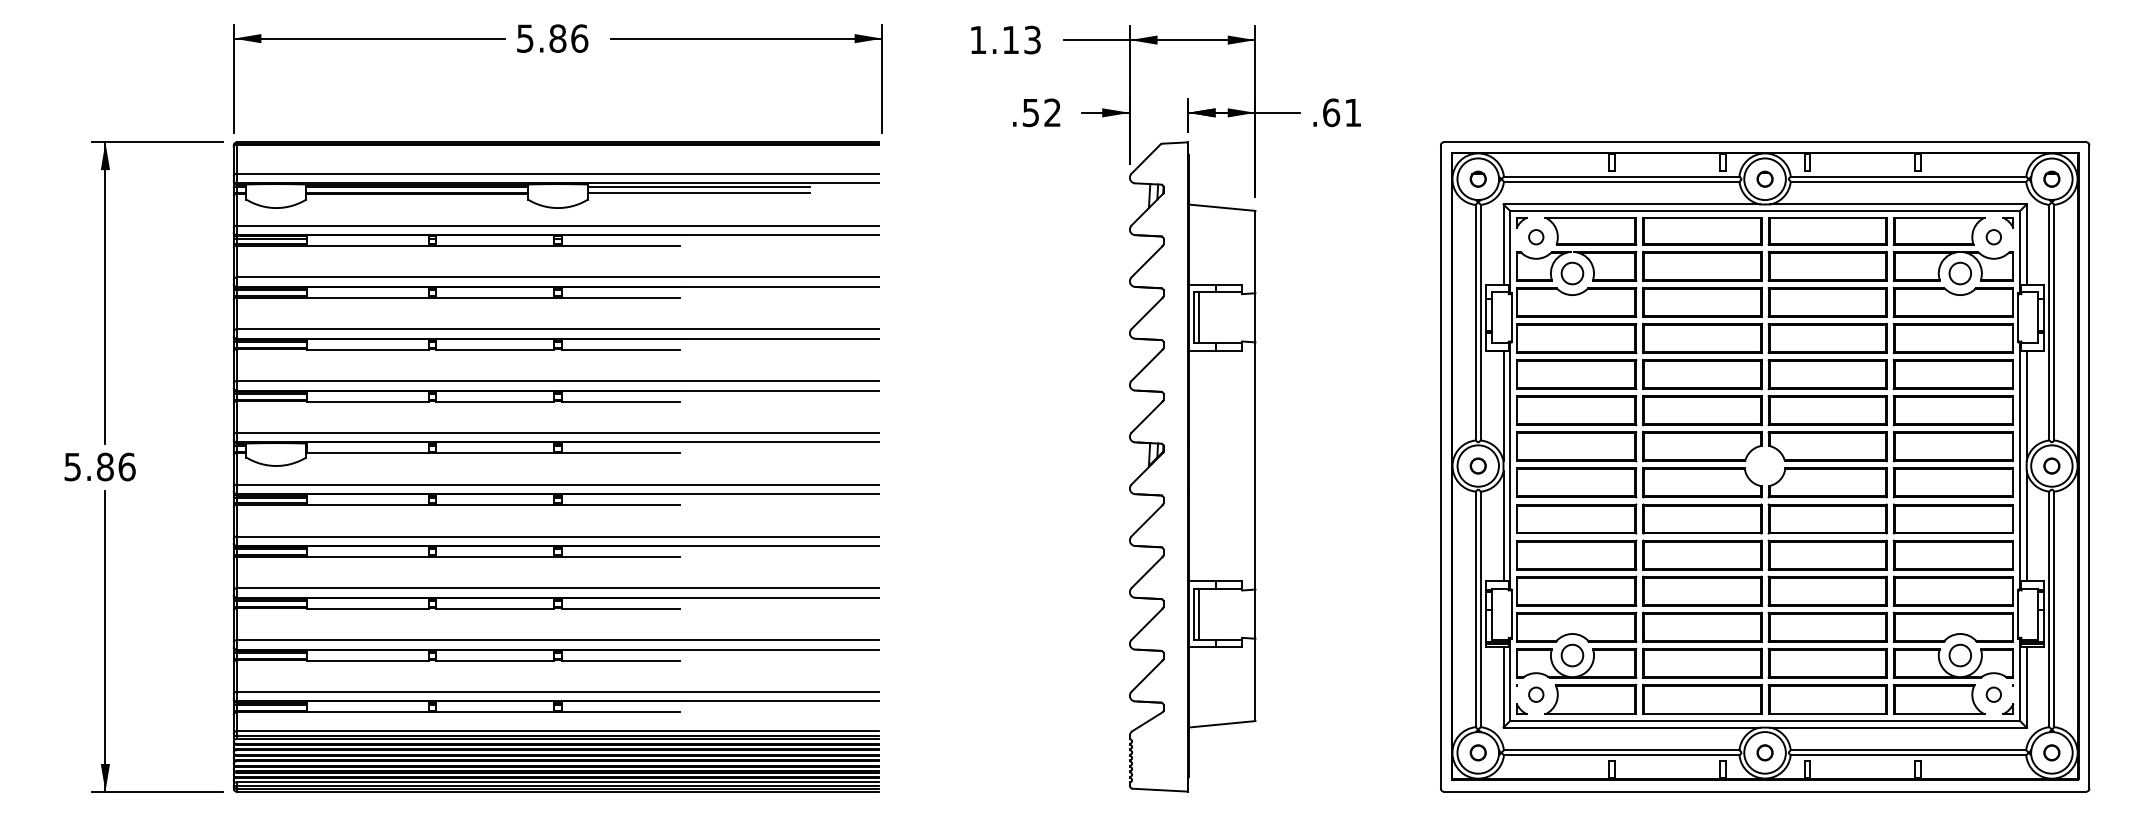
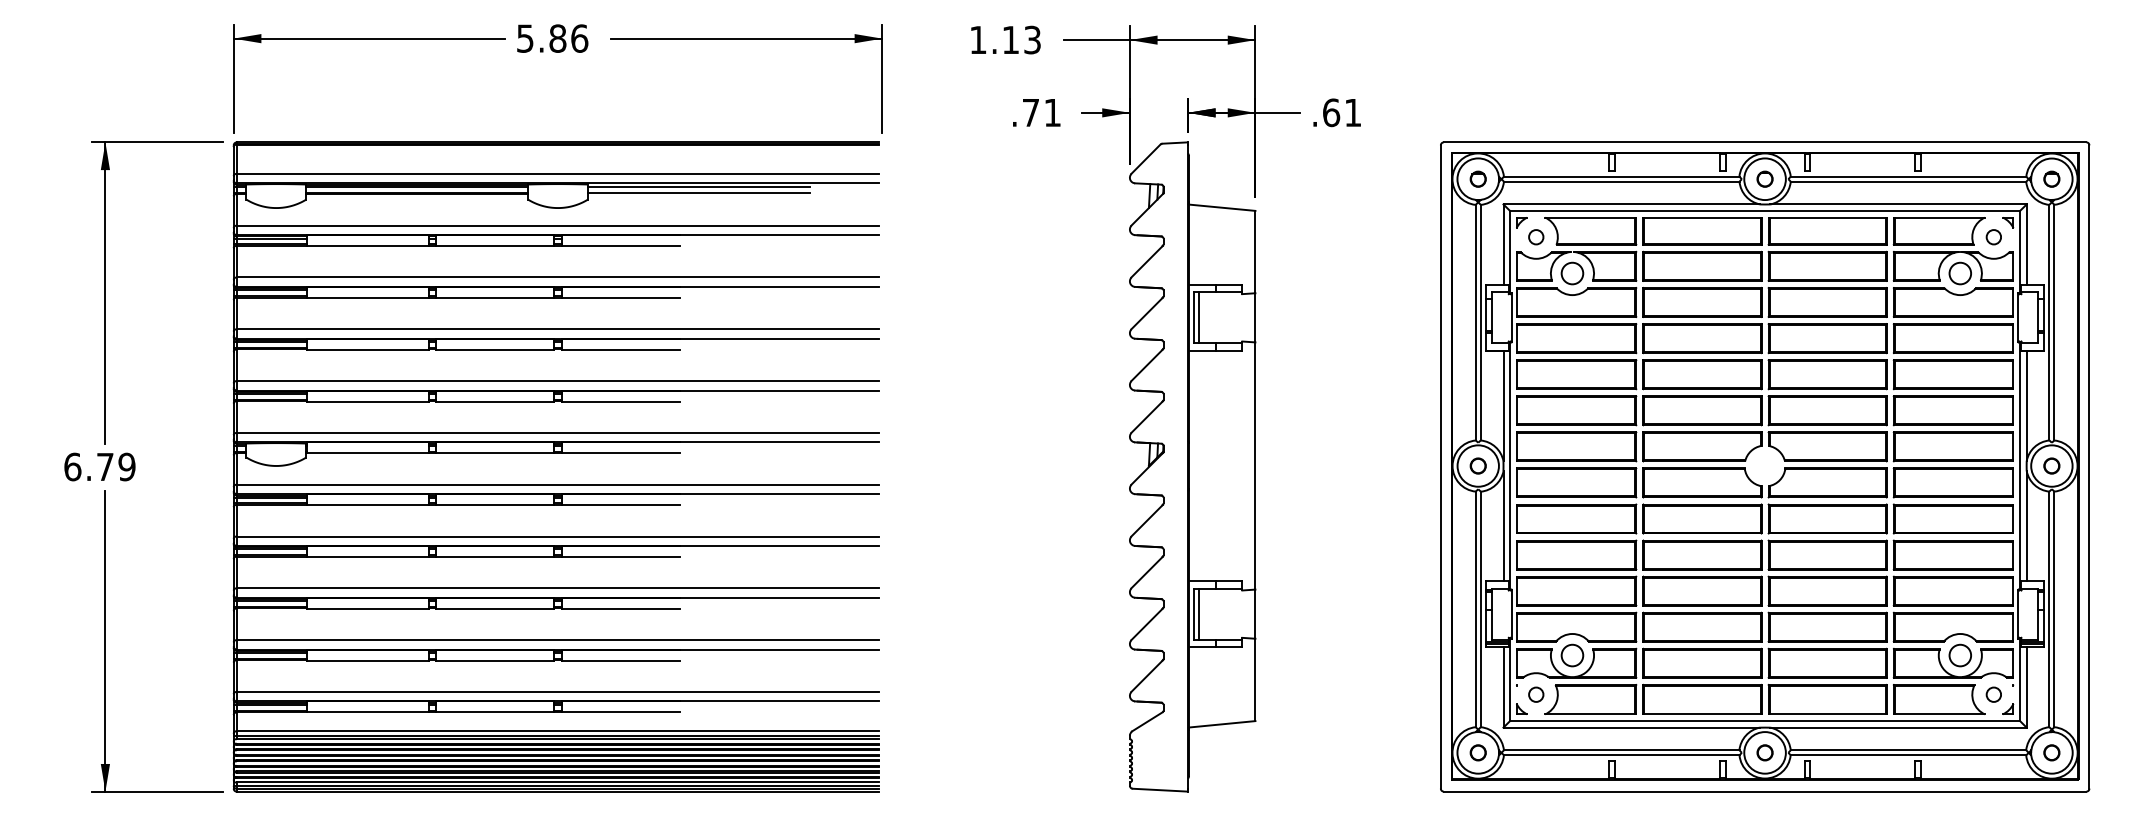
text at (1041, 112): .52 -> .71
text at (99, 466): 5.86 -> 6.79
